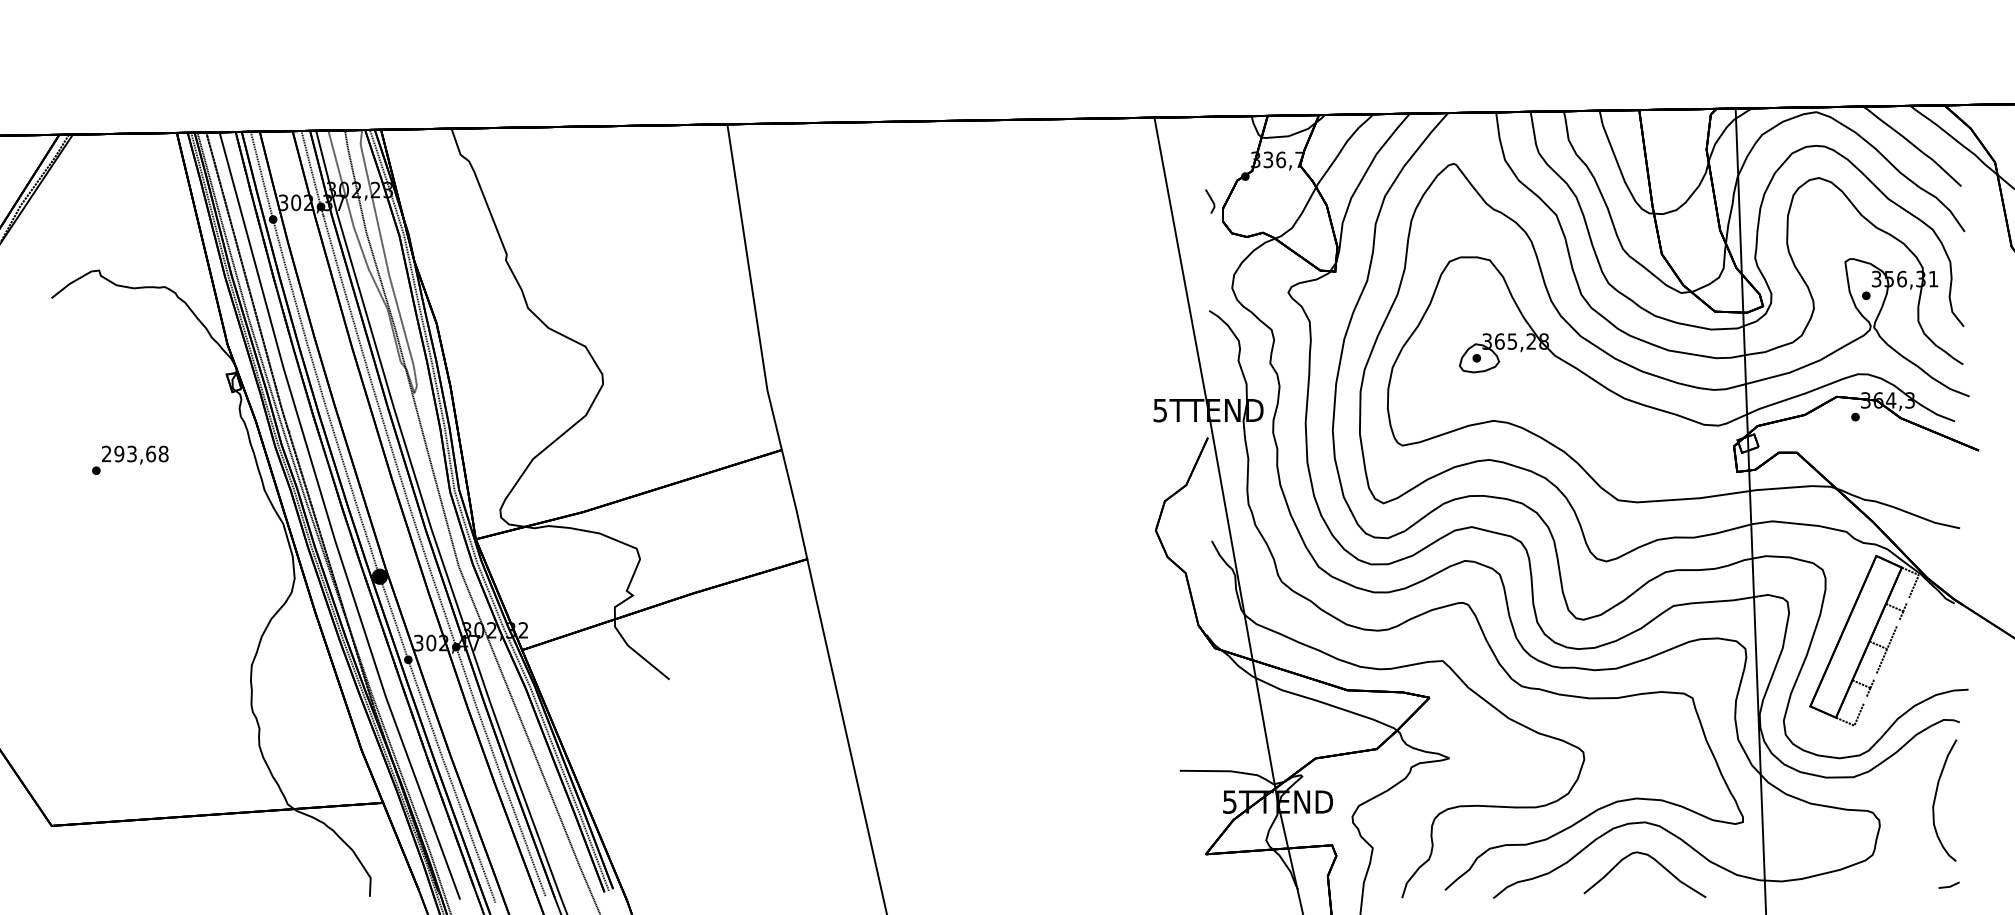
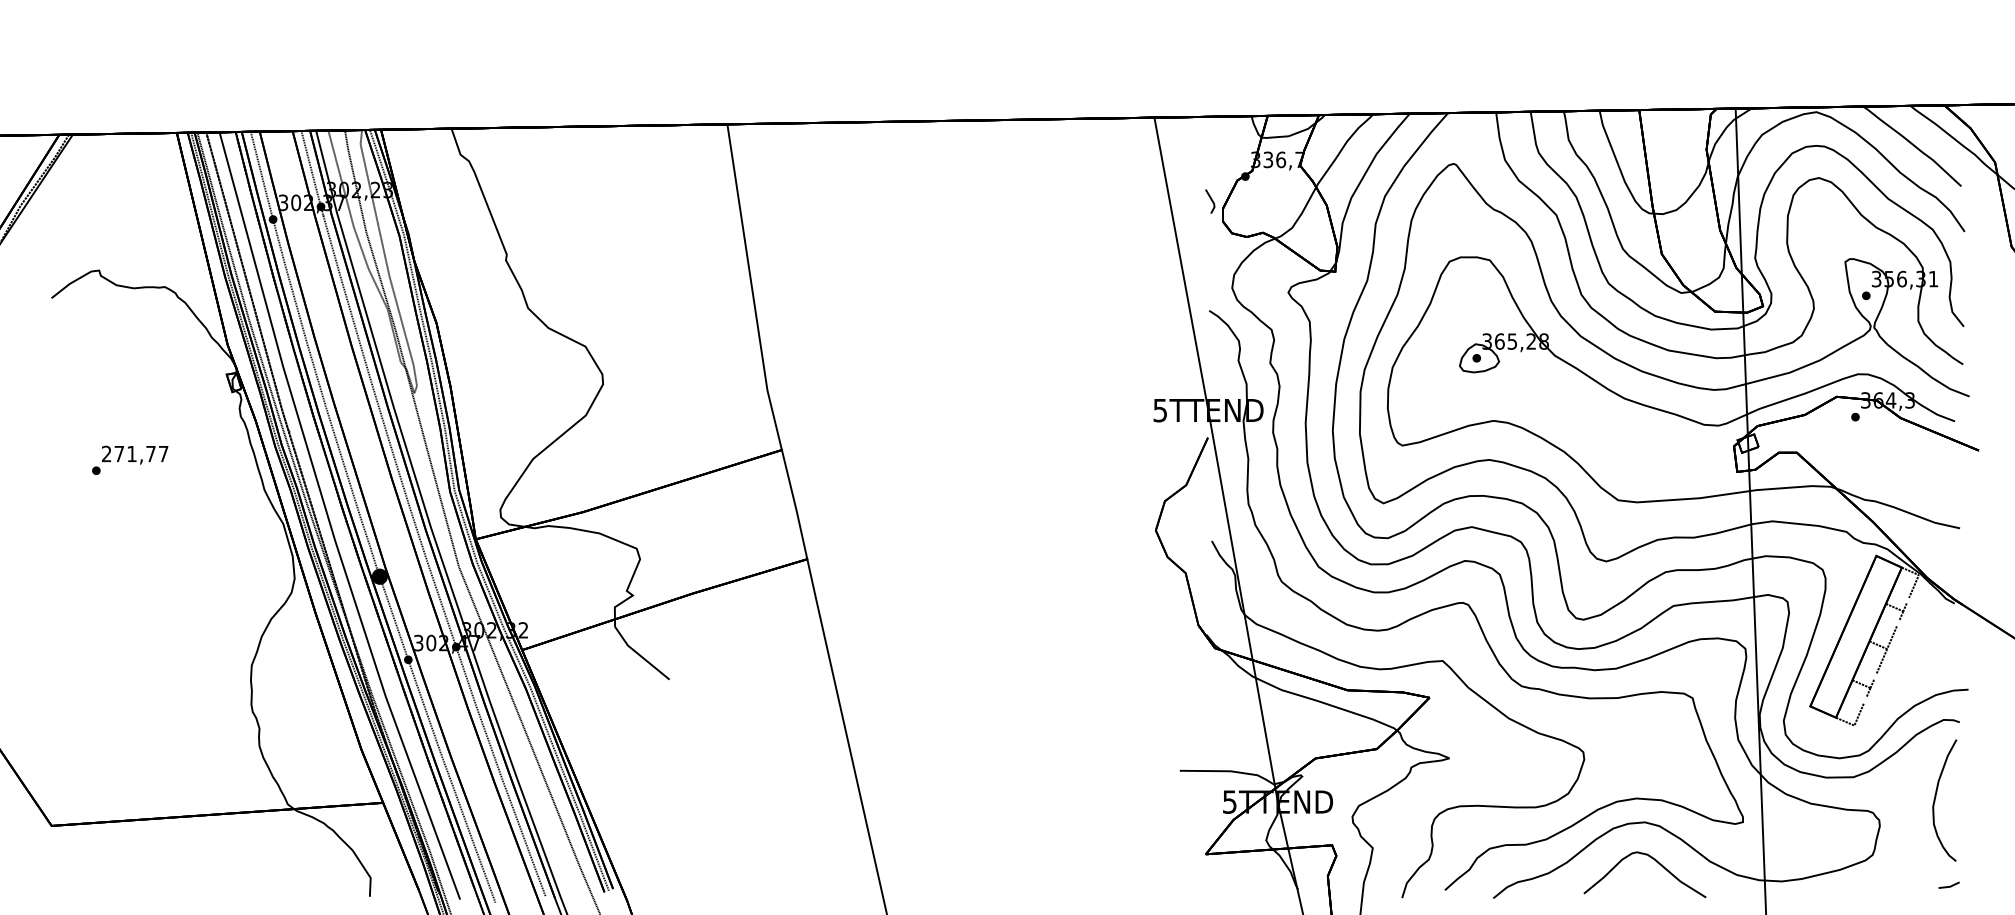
text at (141, 453): 293,68 -> 271,77
